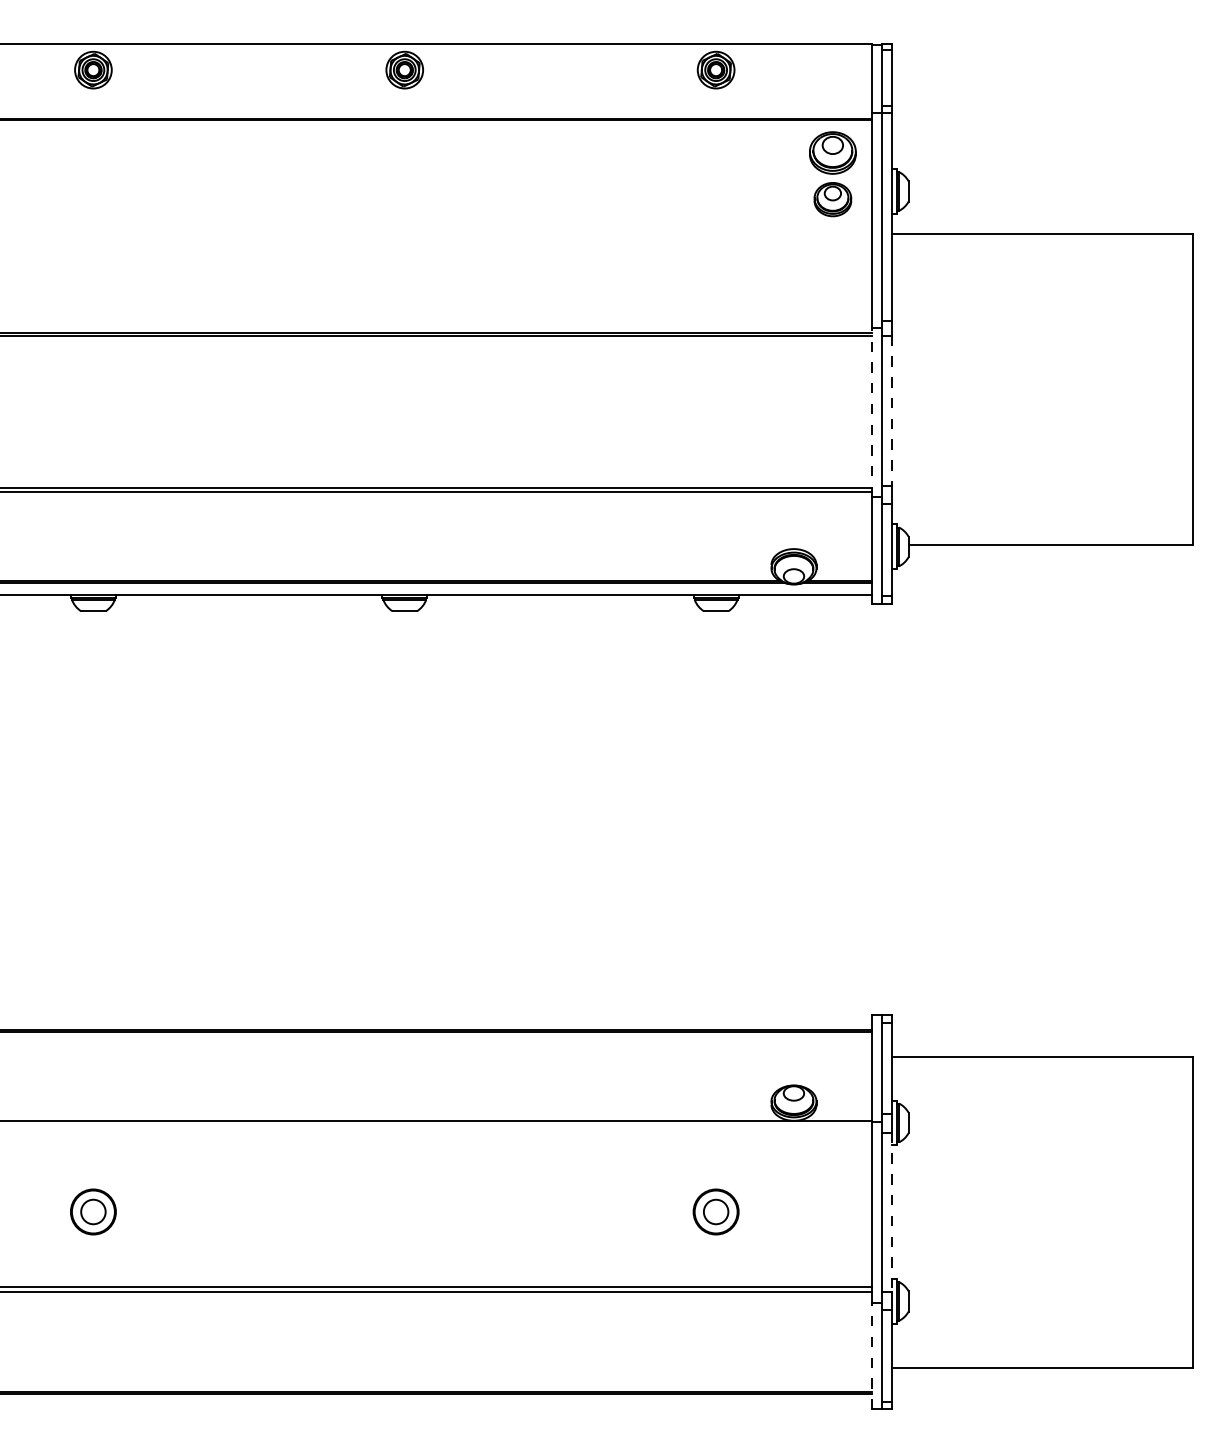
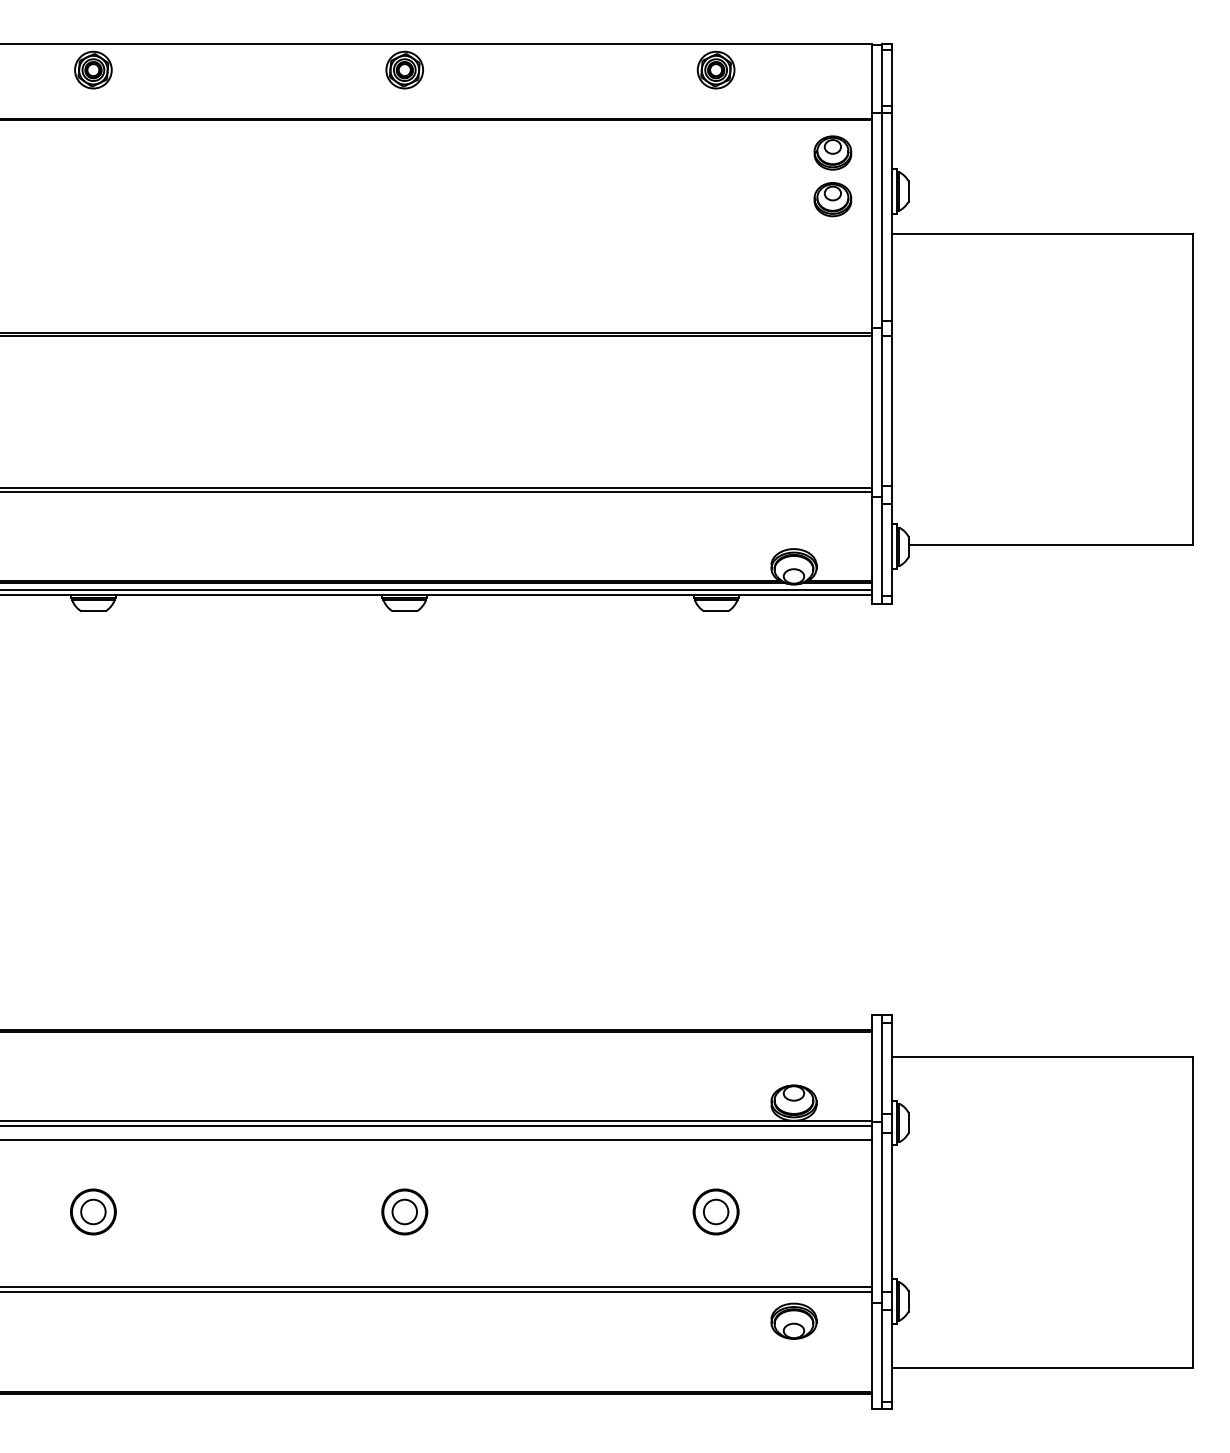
part at (832, 152) size: 48x44 px -> 40x36 px
line at (892, 411): dashed -> solid
line at (871, 412): dashed -> solid
line at (436, 589): none -> present
line at (436, 1125): none -> present
line at (436, 1140): none -> present
part at (404, 1211): none -> present
line at (892, 1212): dashed -> solid
part at (793, 1320): none -> present
line at (871, 1355): dashed -> solid
